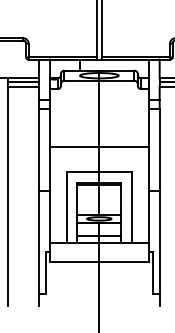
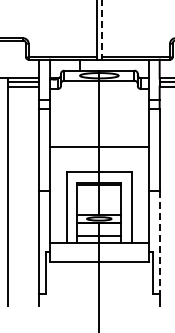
line at (102, 29): solid -> dashed
line at (159, 242): solid -> dashed
